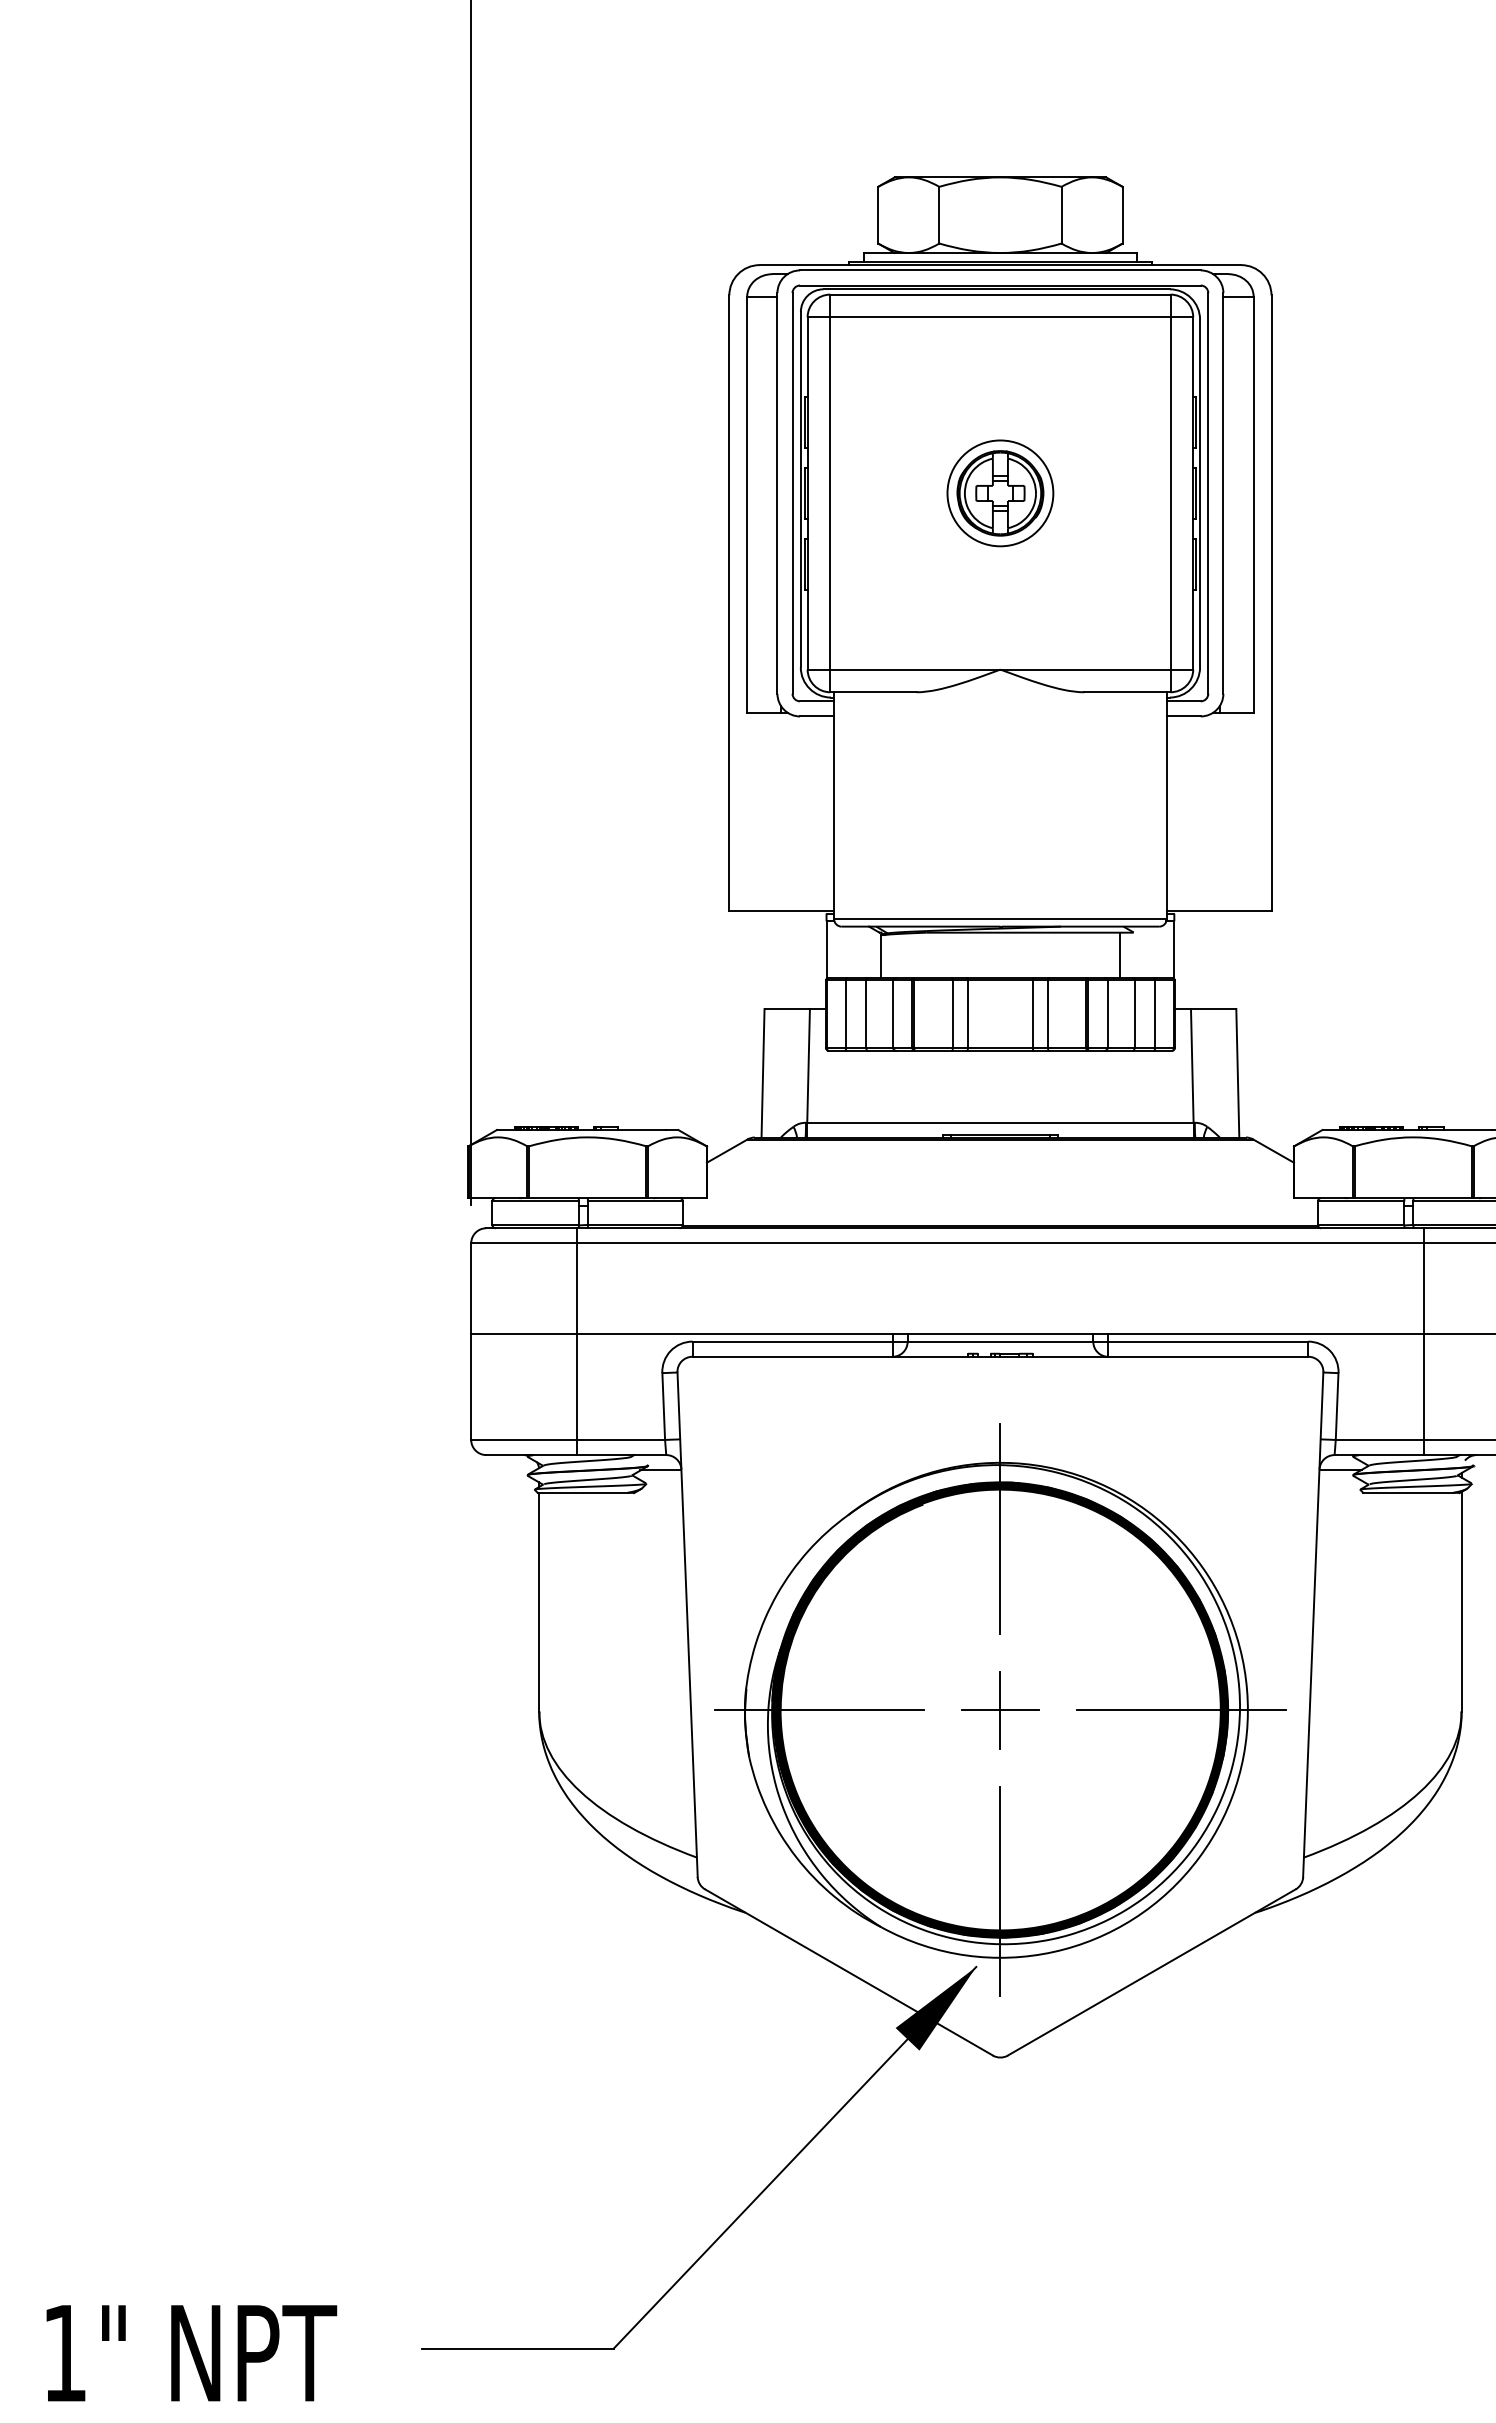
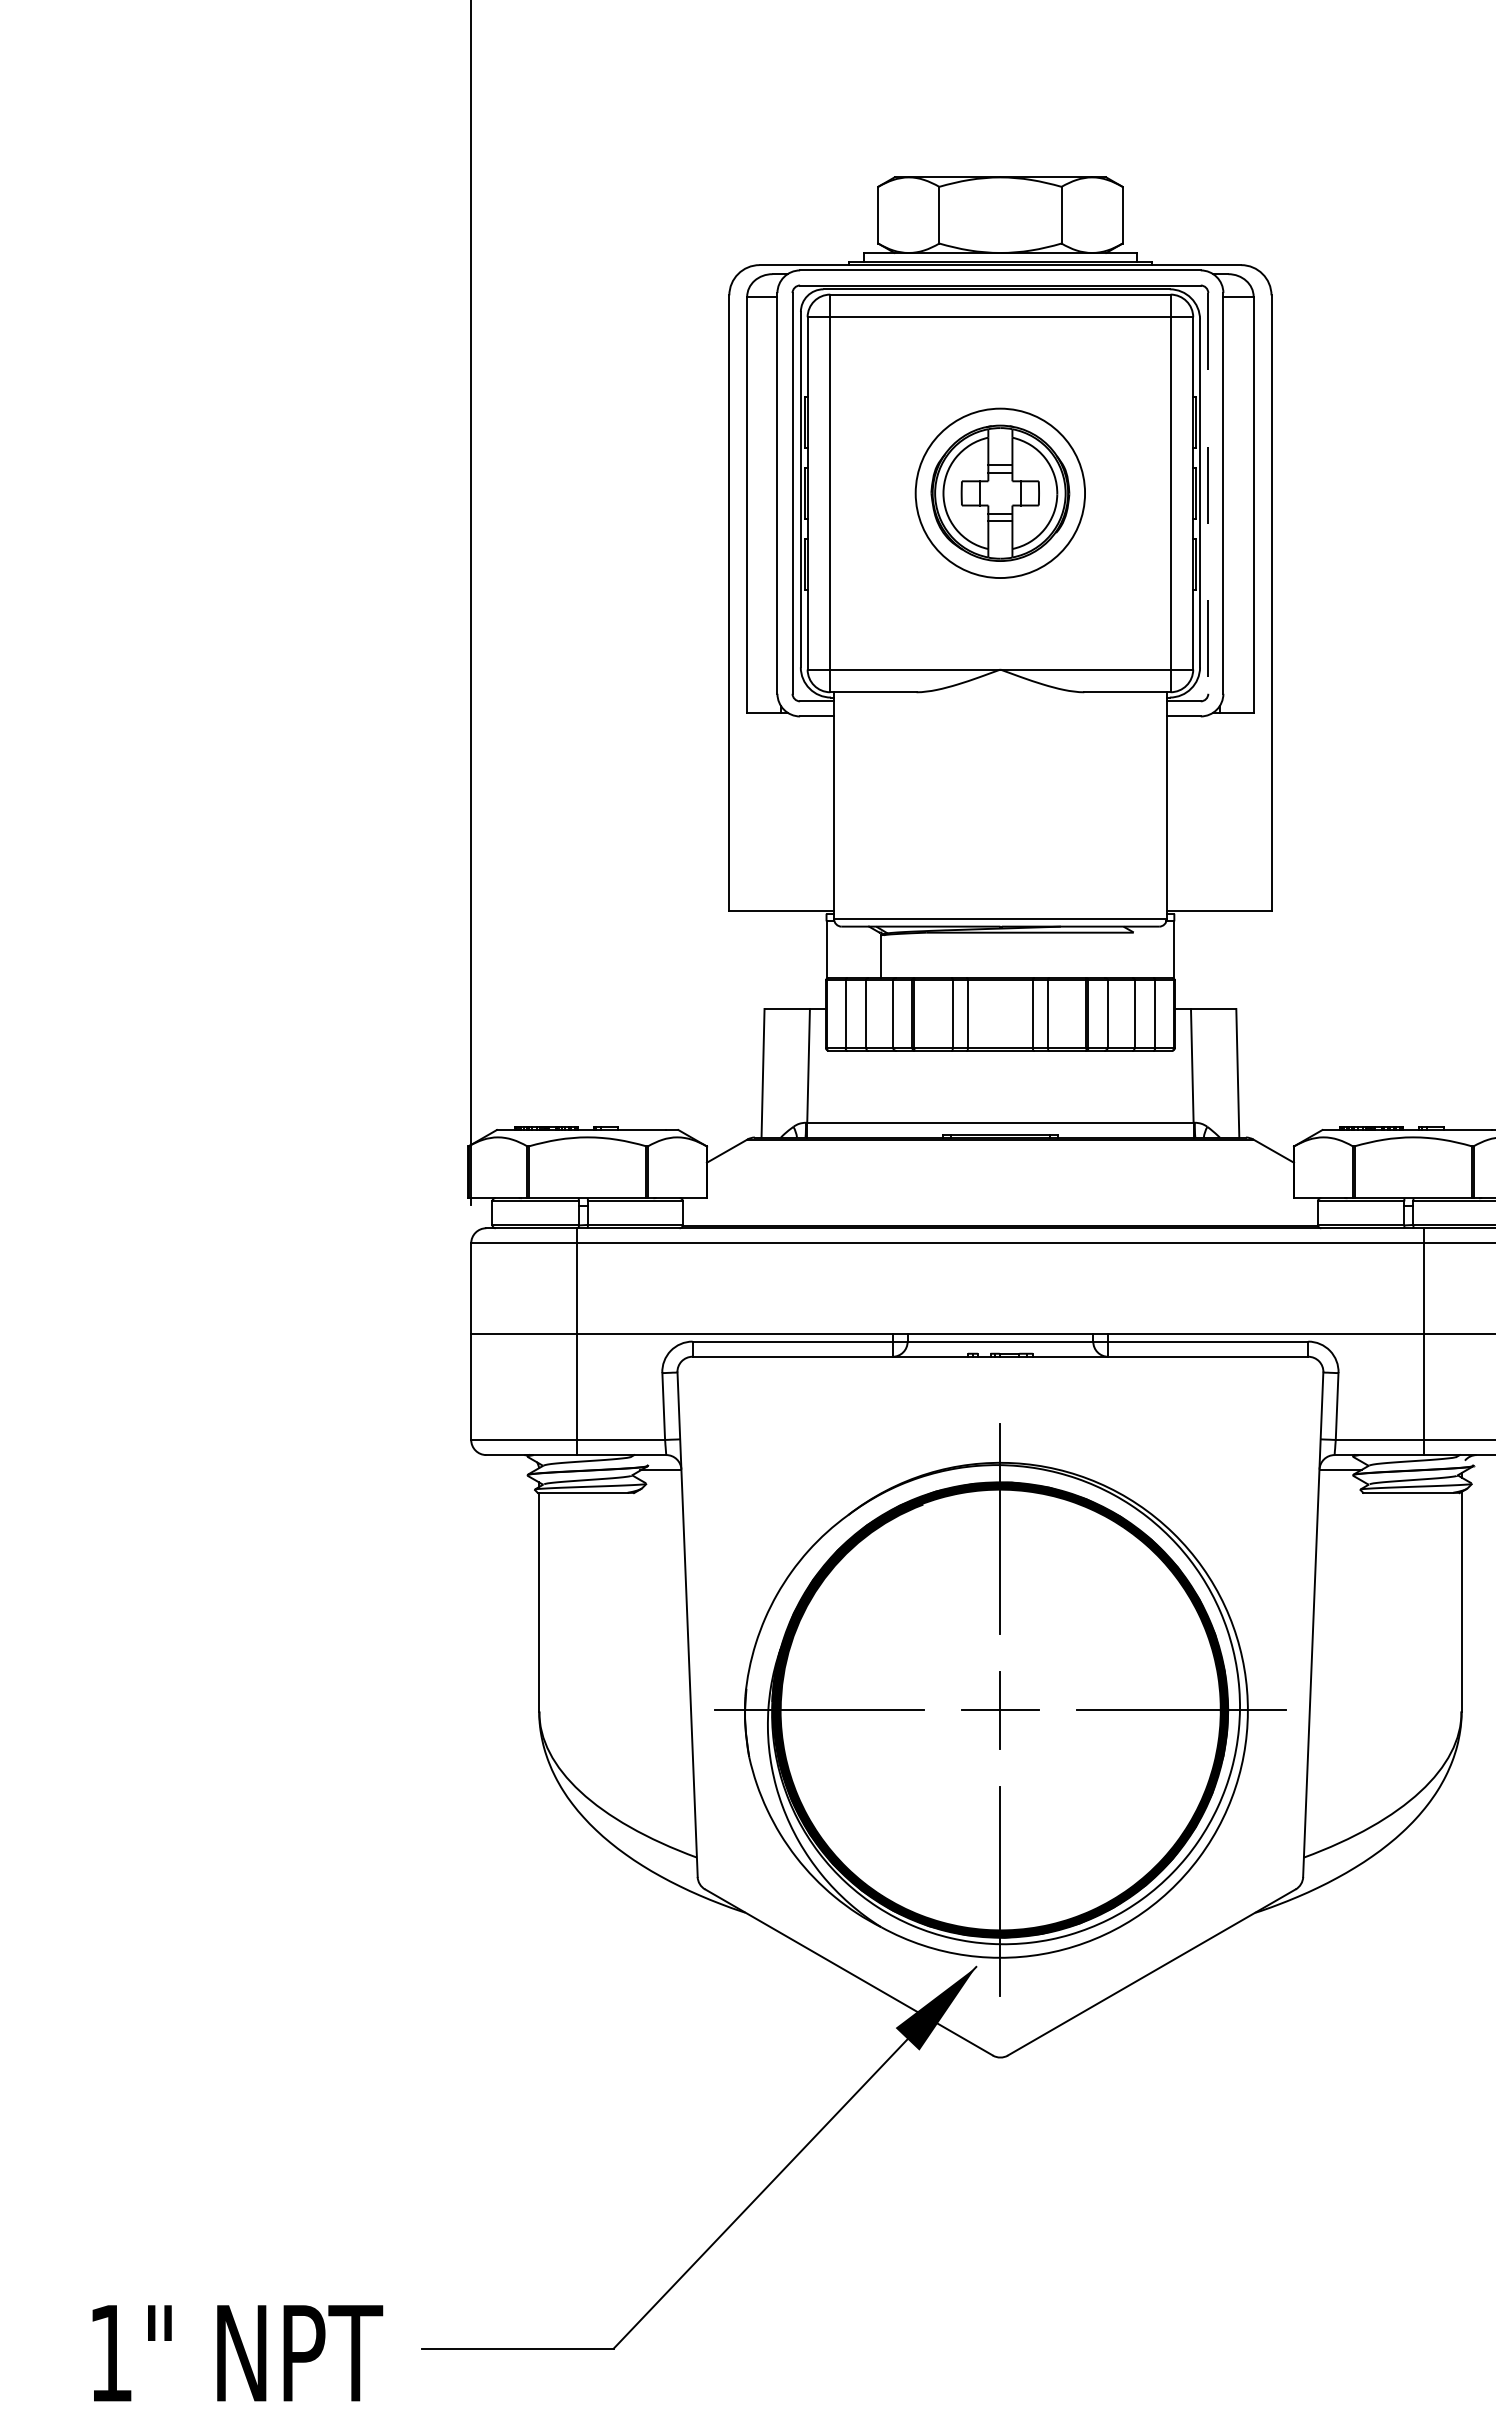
part at (1000, 493) size: 109x109 px -> 172x172 px
line at (1208, 493): solid -> dashed
line at (1119, 955): present -> none
text at (191, 2353) position: (191, 2353) -> (237, 2353)
